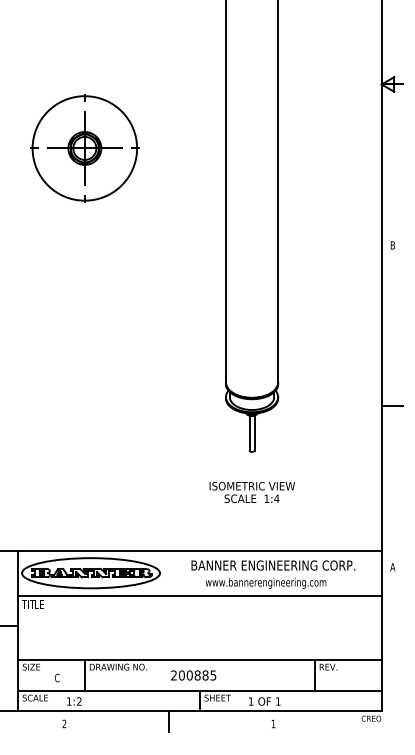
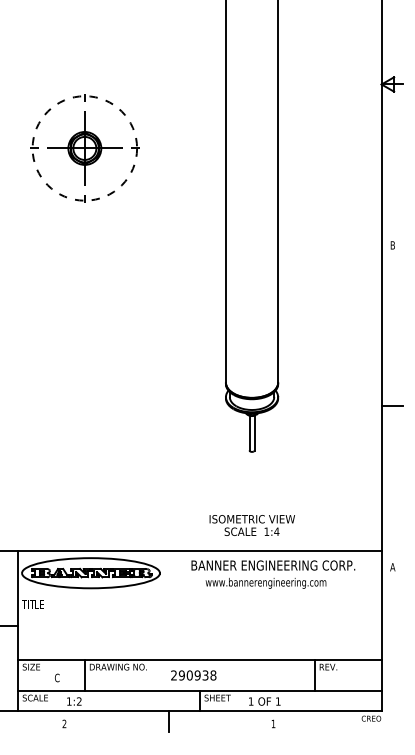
circle at (84, 148): solid -> dashed
text at (251, 492) position: (251, 492) -> (251, 525)
line at (199, 596): present -> none
text at (197, 675): 200885 -> 290938
